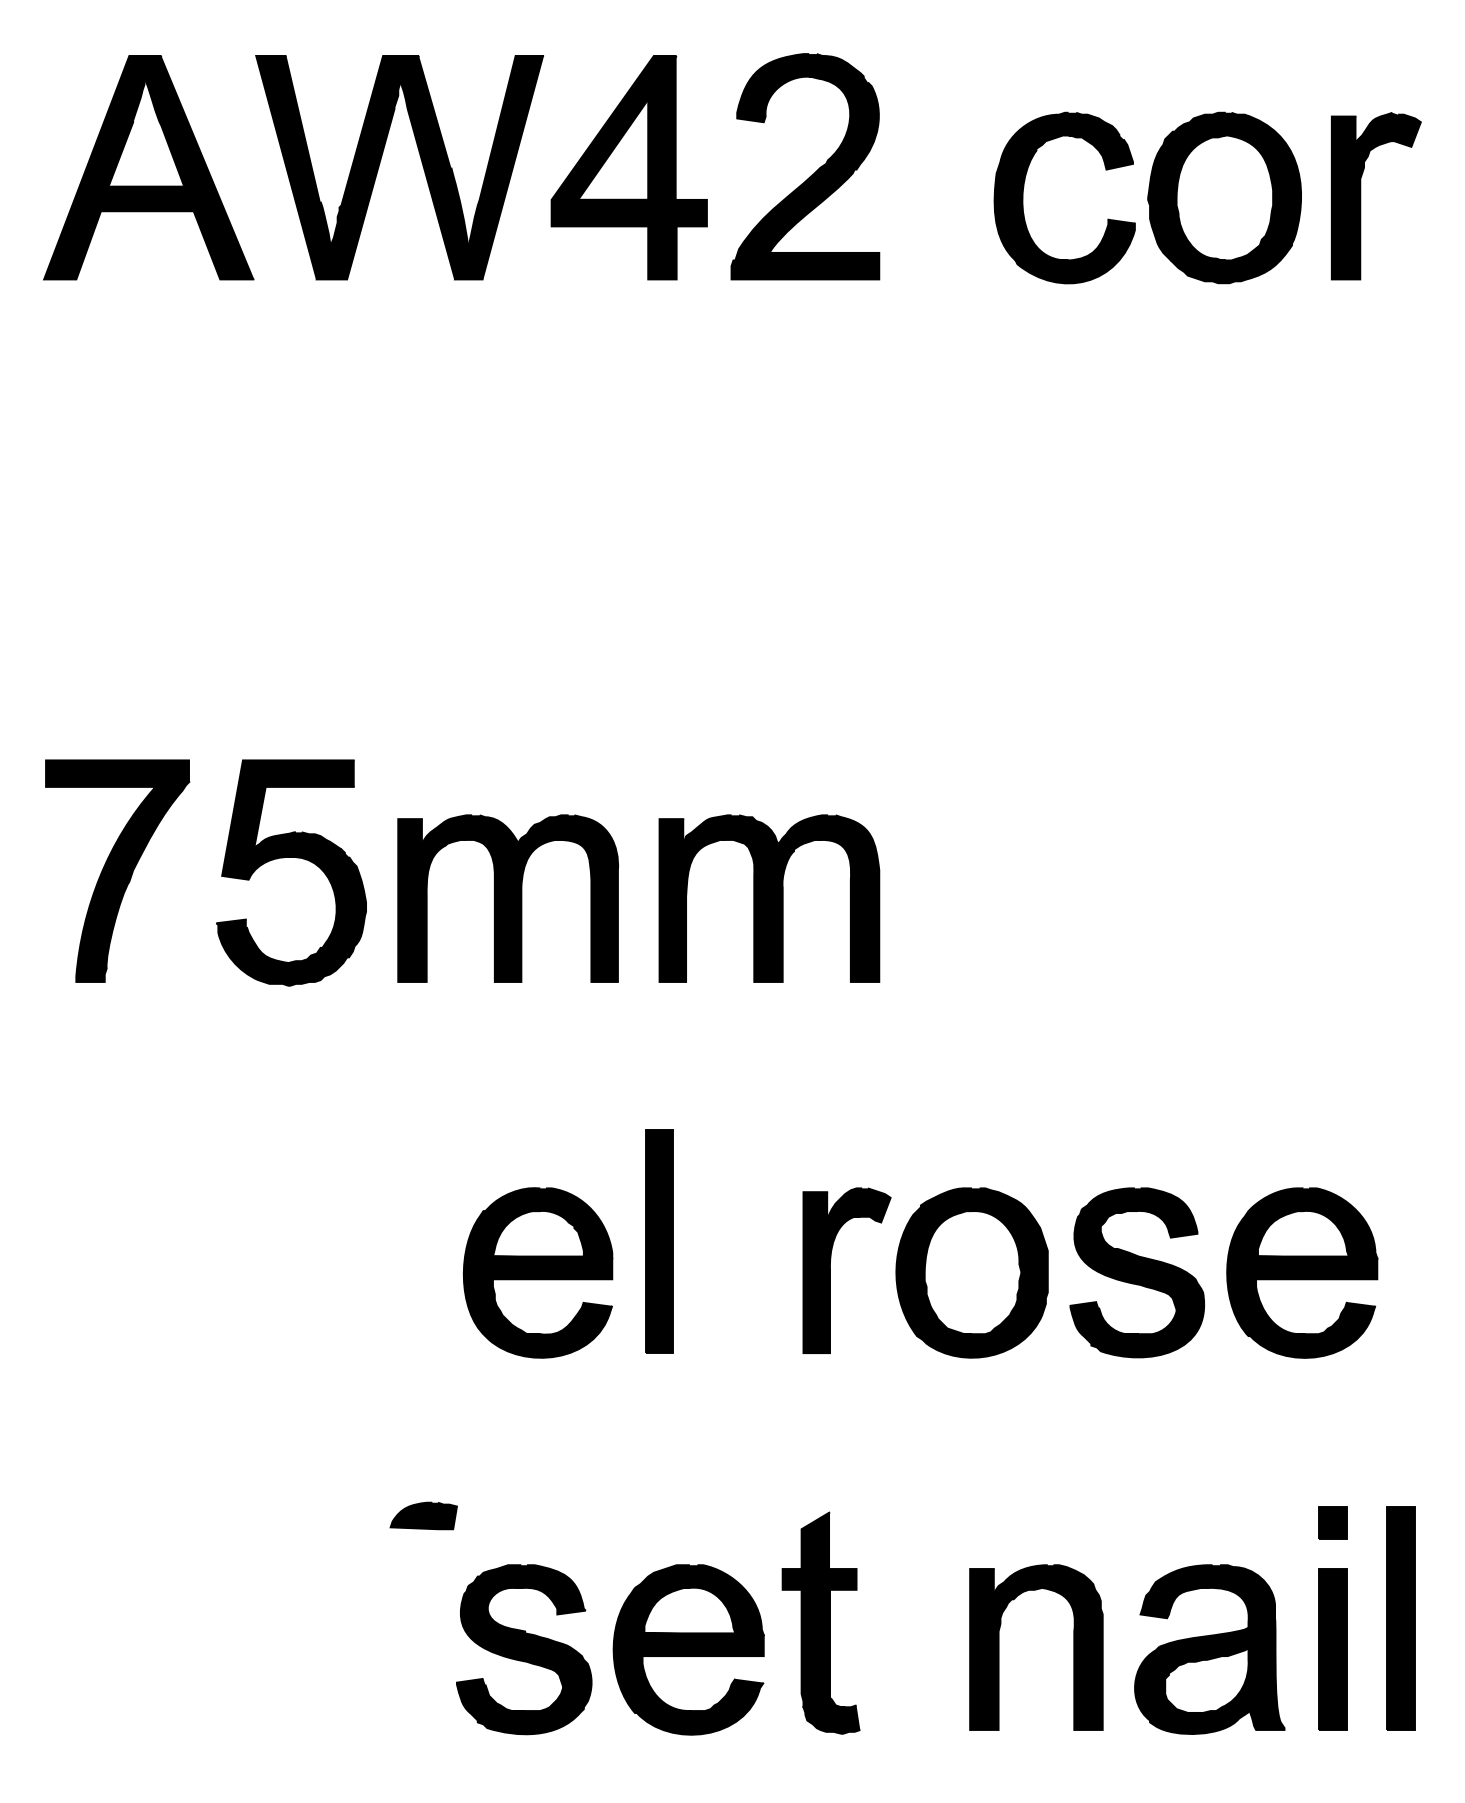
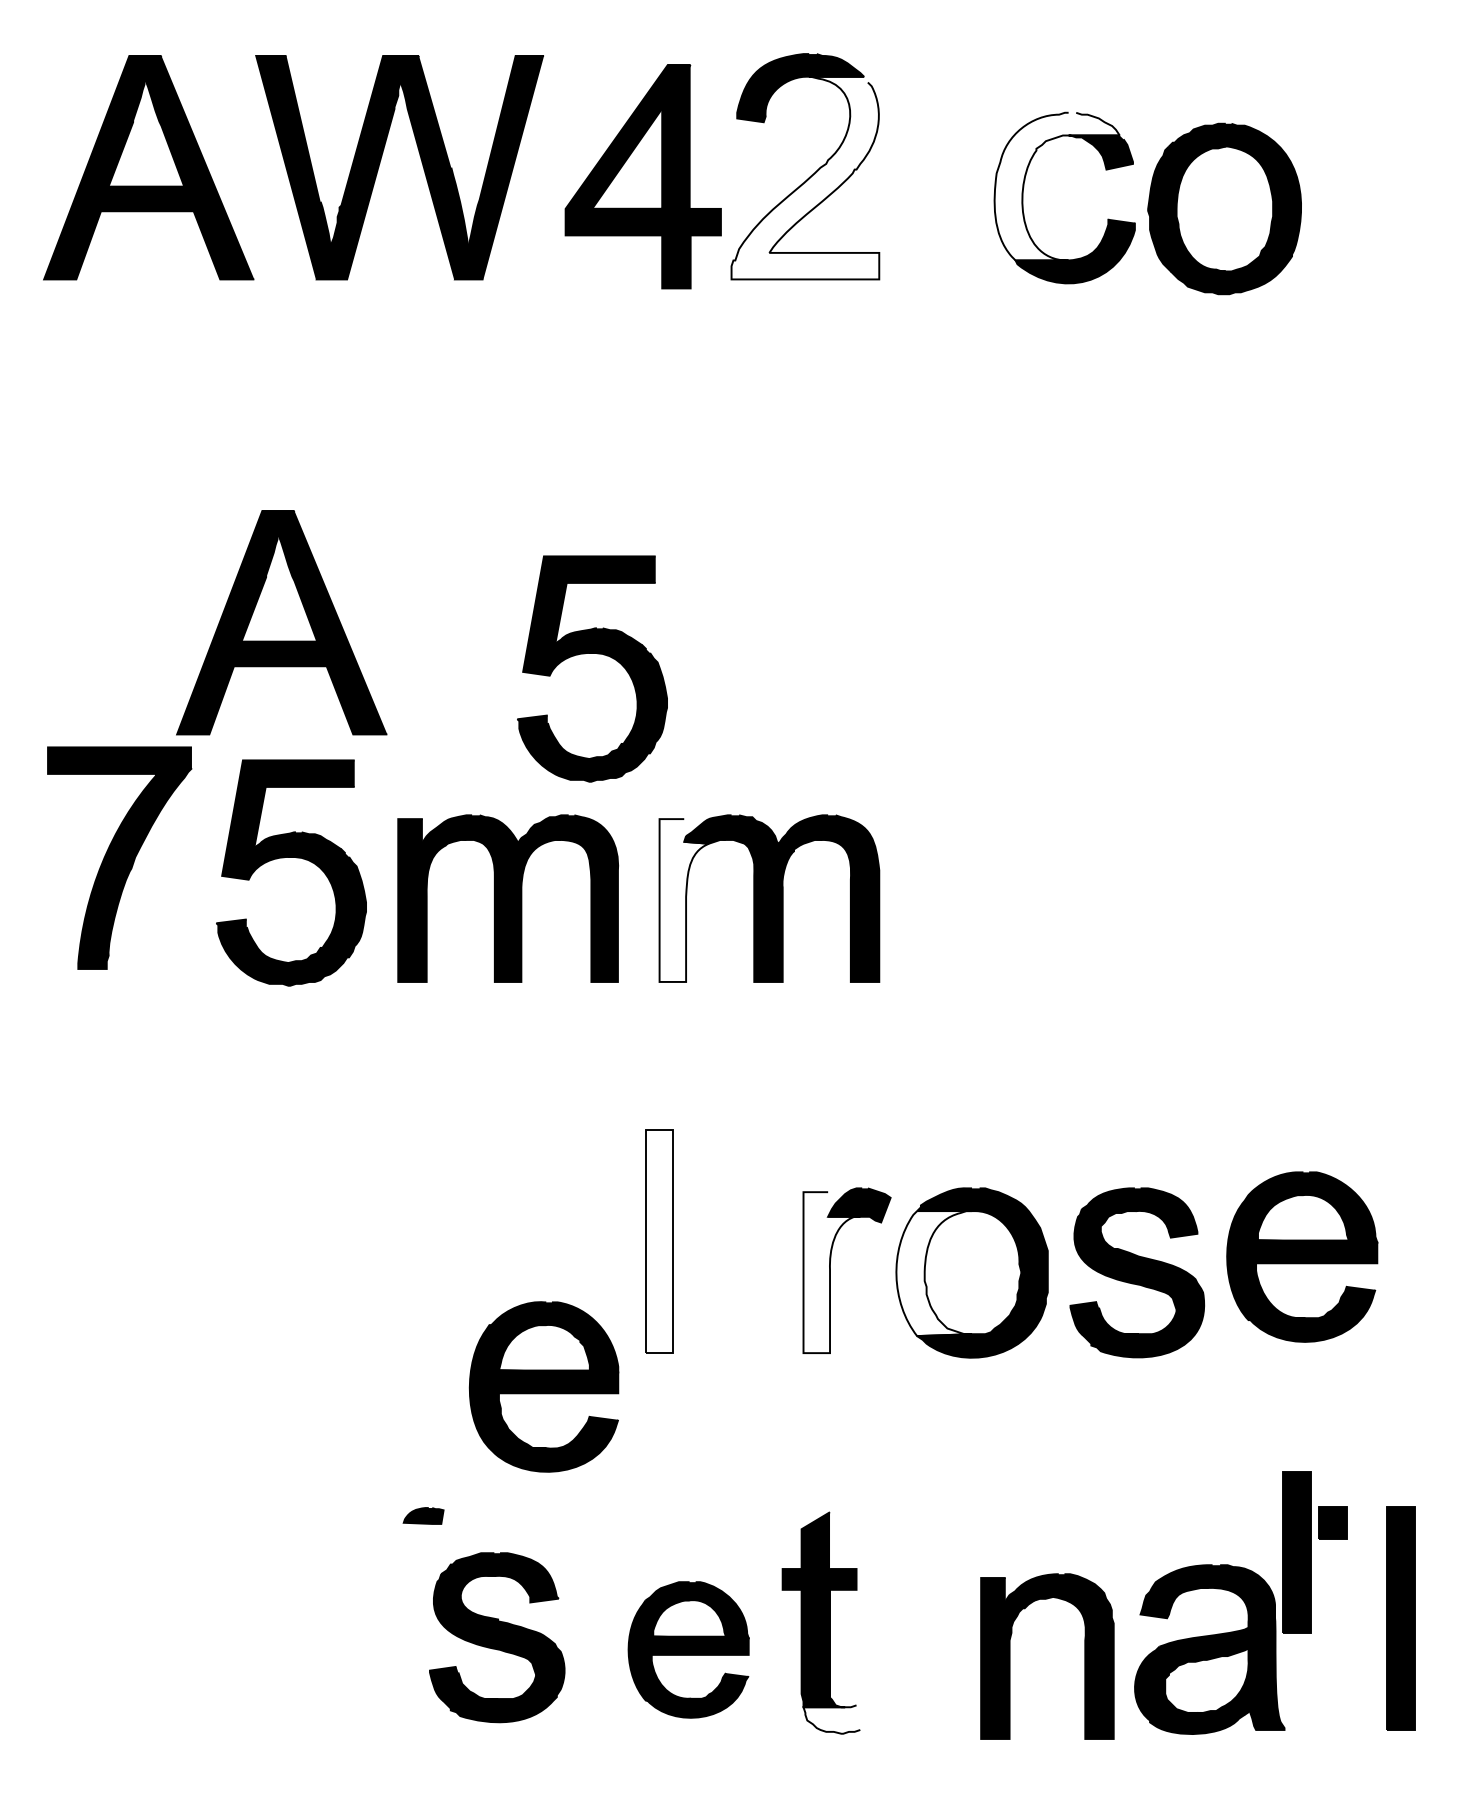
part at (628, 167) position: (628, 167) -> (642, 176)
fill at (805, 177): present -> none
fill at (1056, 186): present -> none
part at (1361, 196): present -> none
part at (1224, 197) position: (1224, 197) -> (1224, 208)
part at (281, 622): none -> present
part at (597, 654): none -> present
part at (117, 870) position: (117, 870) -> (119, 857)
fill at (683, 900): present -> none
fill at (659, 1241): present -> none
part at (537, 1272) position: (537, 1272) -> (543, 1386)
fill at (831, 1272): present -> none
part at (1302, 1272) position: (1302, 1272) -> (1302, 1256)
fill at (934, 1273): present -> none
part at (423, 1515) size: 69x30 px -> 43x18 px
part at (999, 1647) position: (999, 1647) -> (1010, 1656)
part at (524, 1649) position: (524, 1649) -> (497, 1637)
part at (688, 1649) size: 153x172 px -> 123x138 px
part at (1332, 1649) position: (1332, 1649) -> (1296, 1552)
fill at (831, 1719): present -> none
